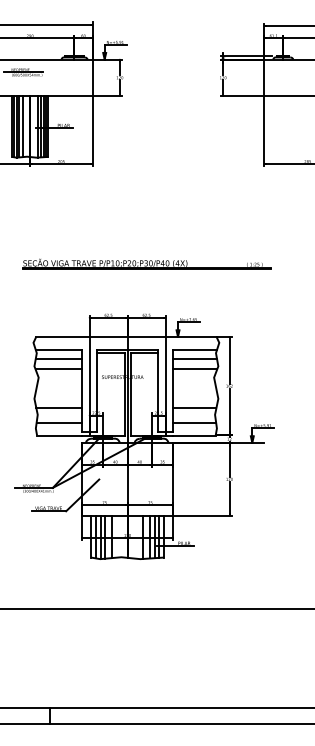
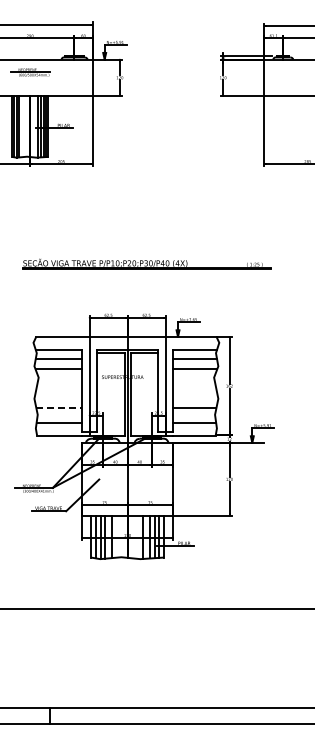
part at (23, 72) position: (23, 72) -> (30, 72)
line at (22, 126): present -> none
line at (59, 408): solid -> dashed
